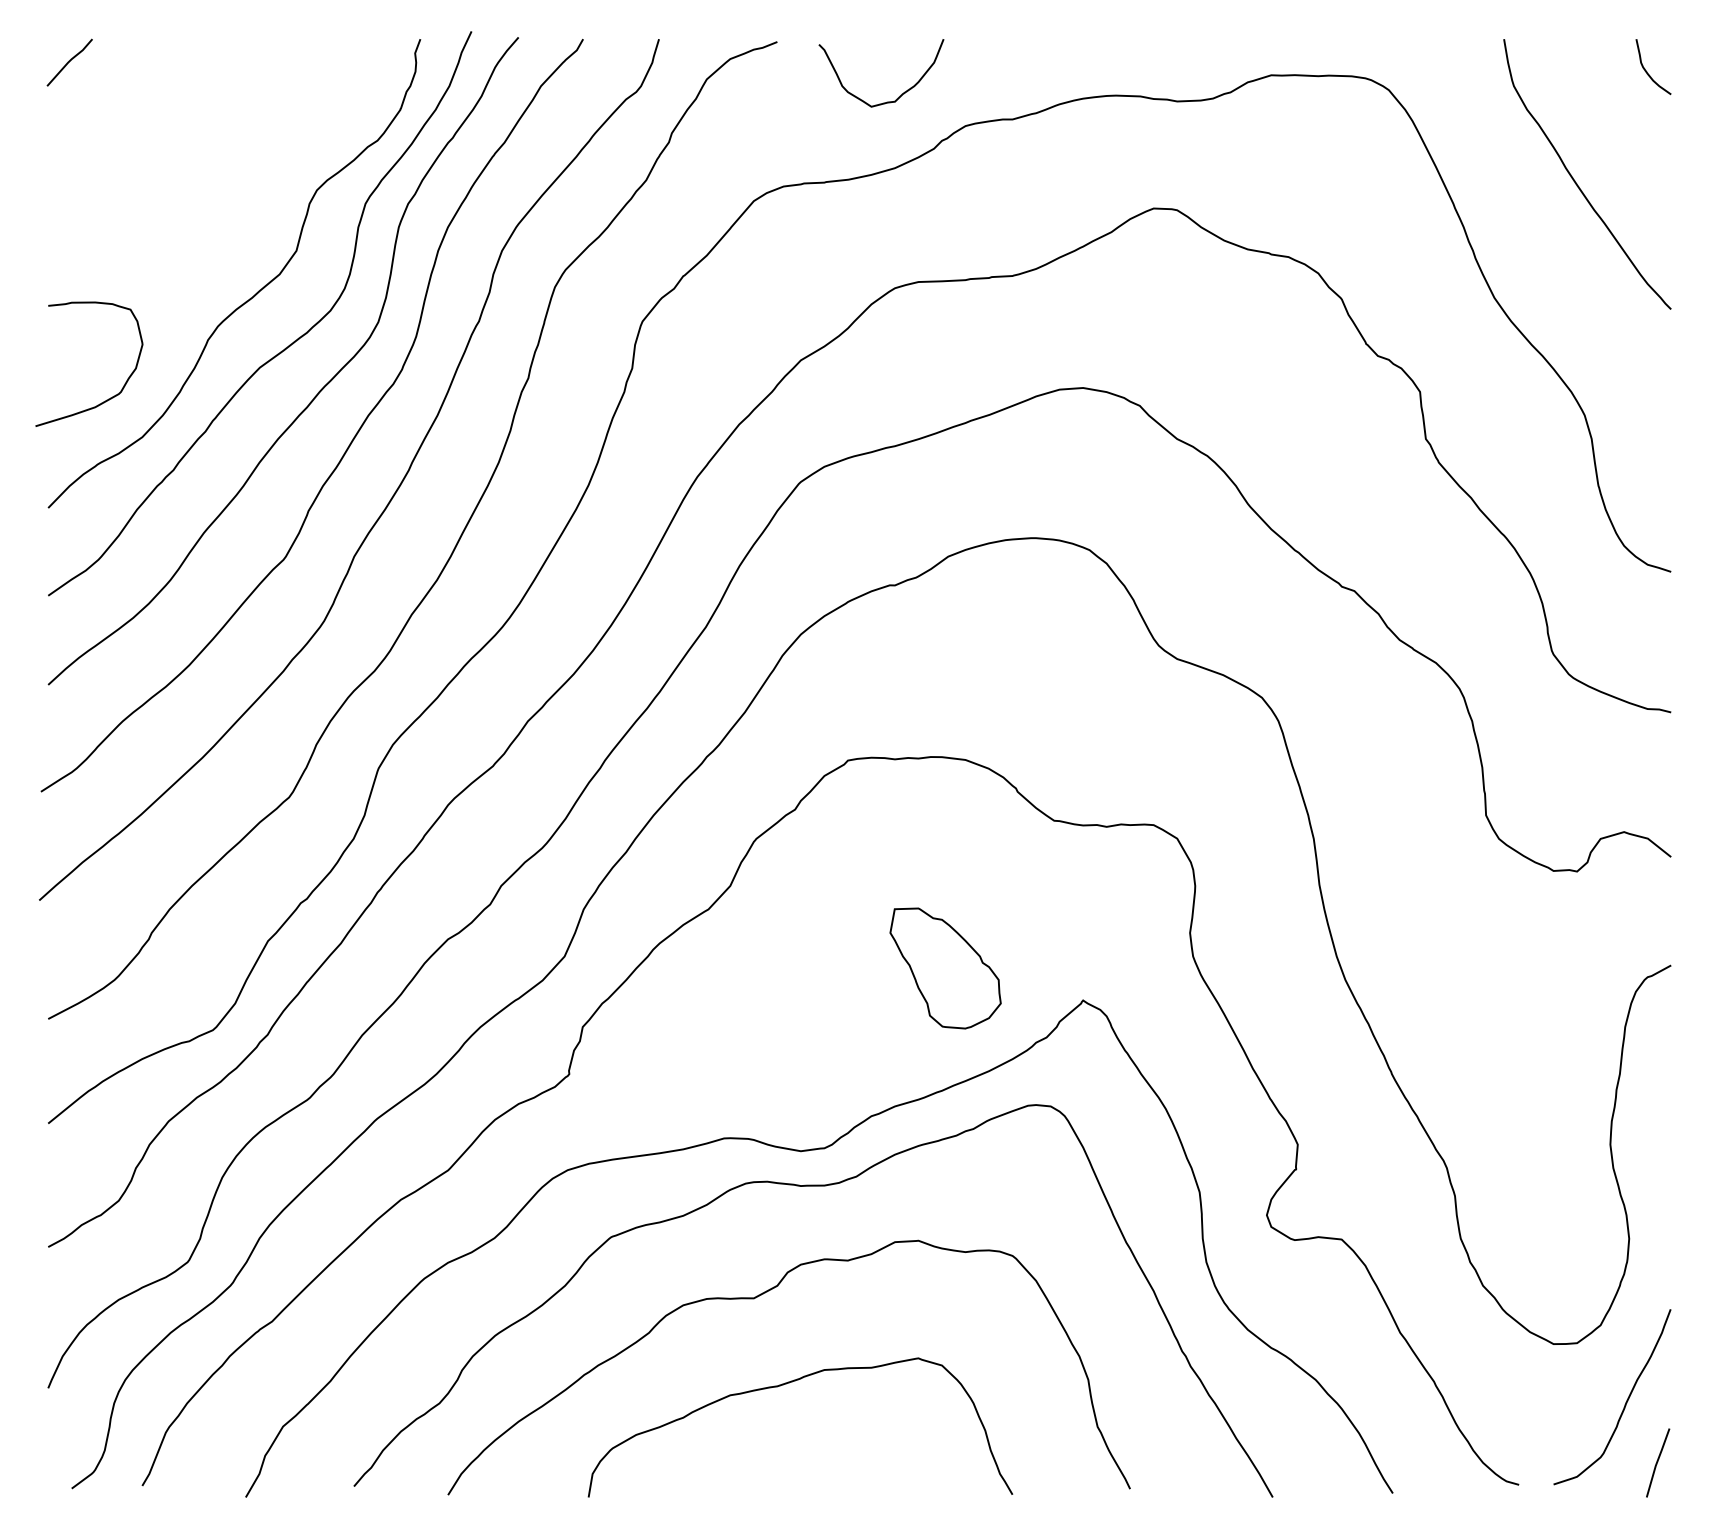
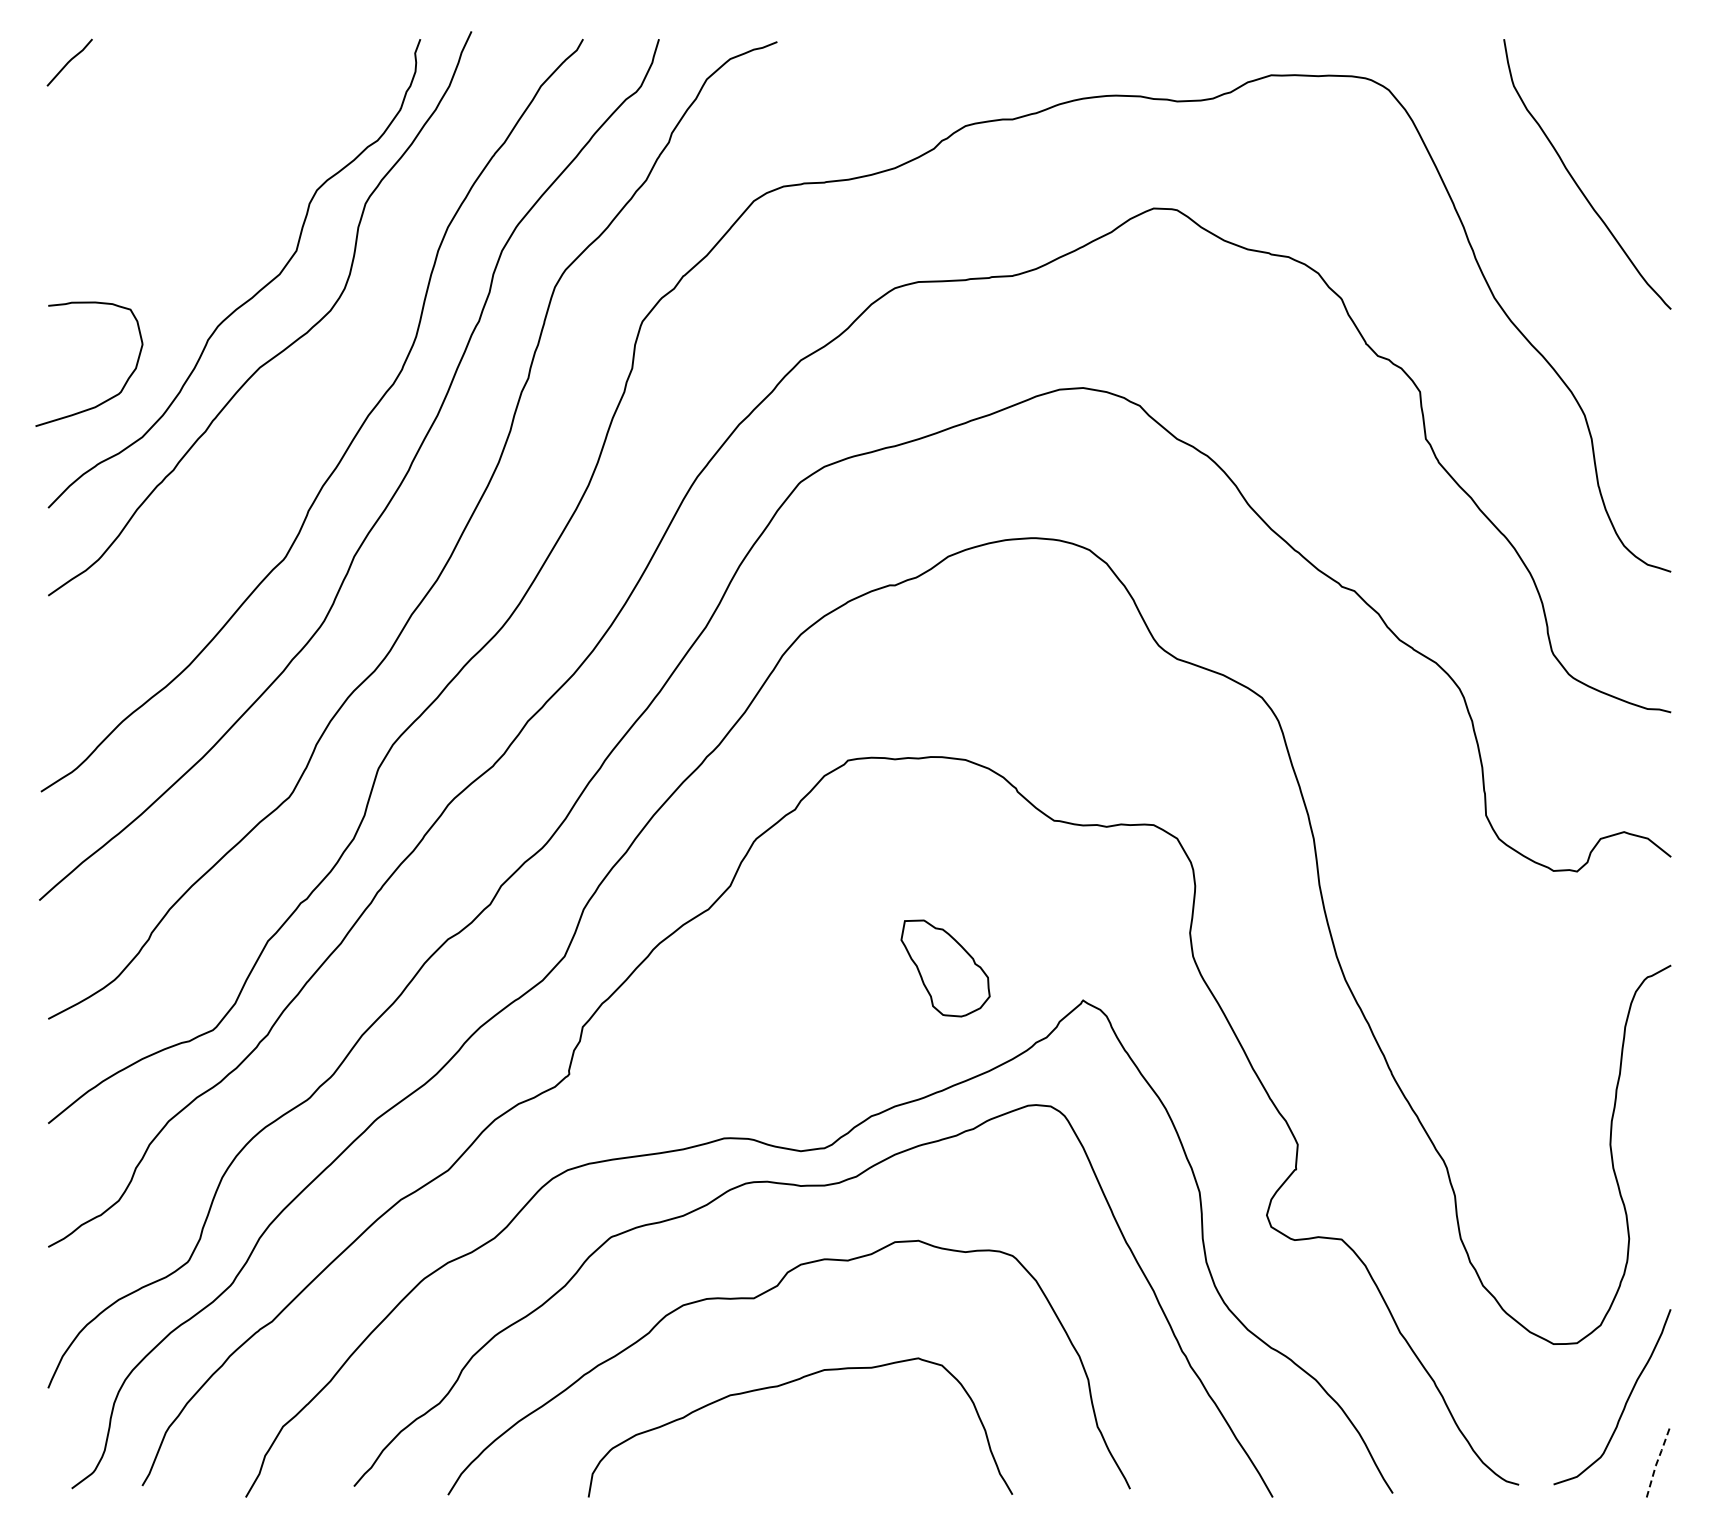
curve at (1647, 71): present -> none
curve at (898, 96): present -> none
curve at (318, 391): present -> none
part at (945, 968) size: 113x123 px -> 91x99 px
line at (1657, 1462): solid -> dashed
